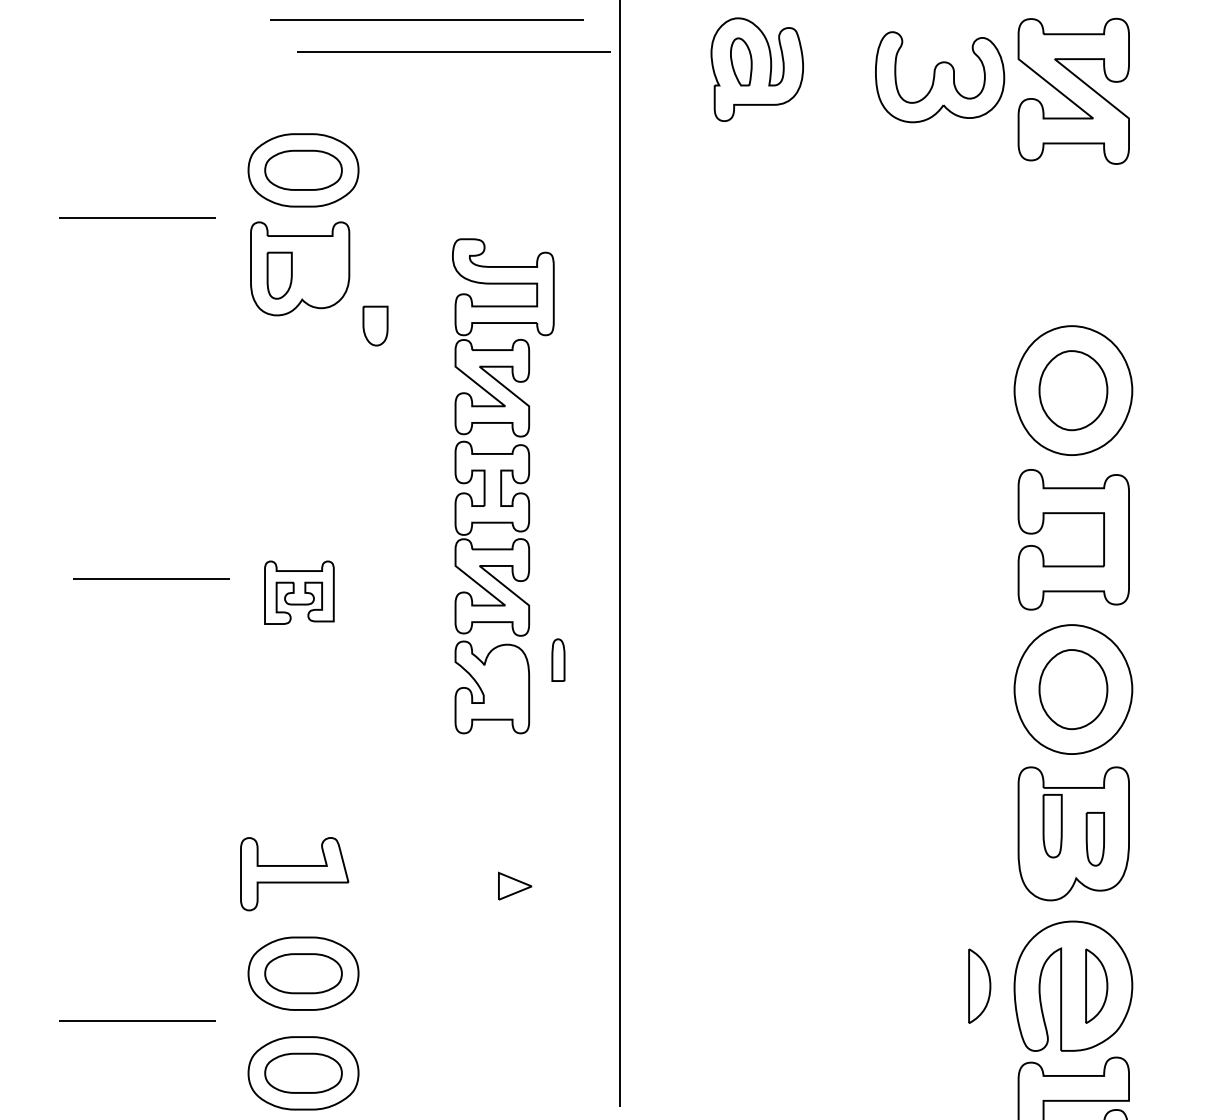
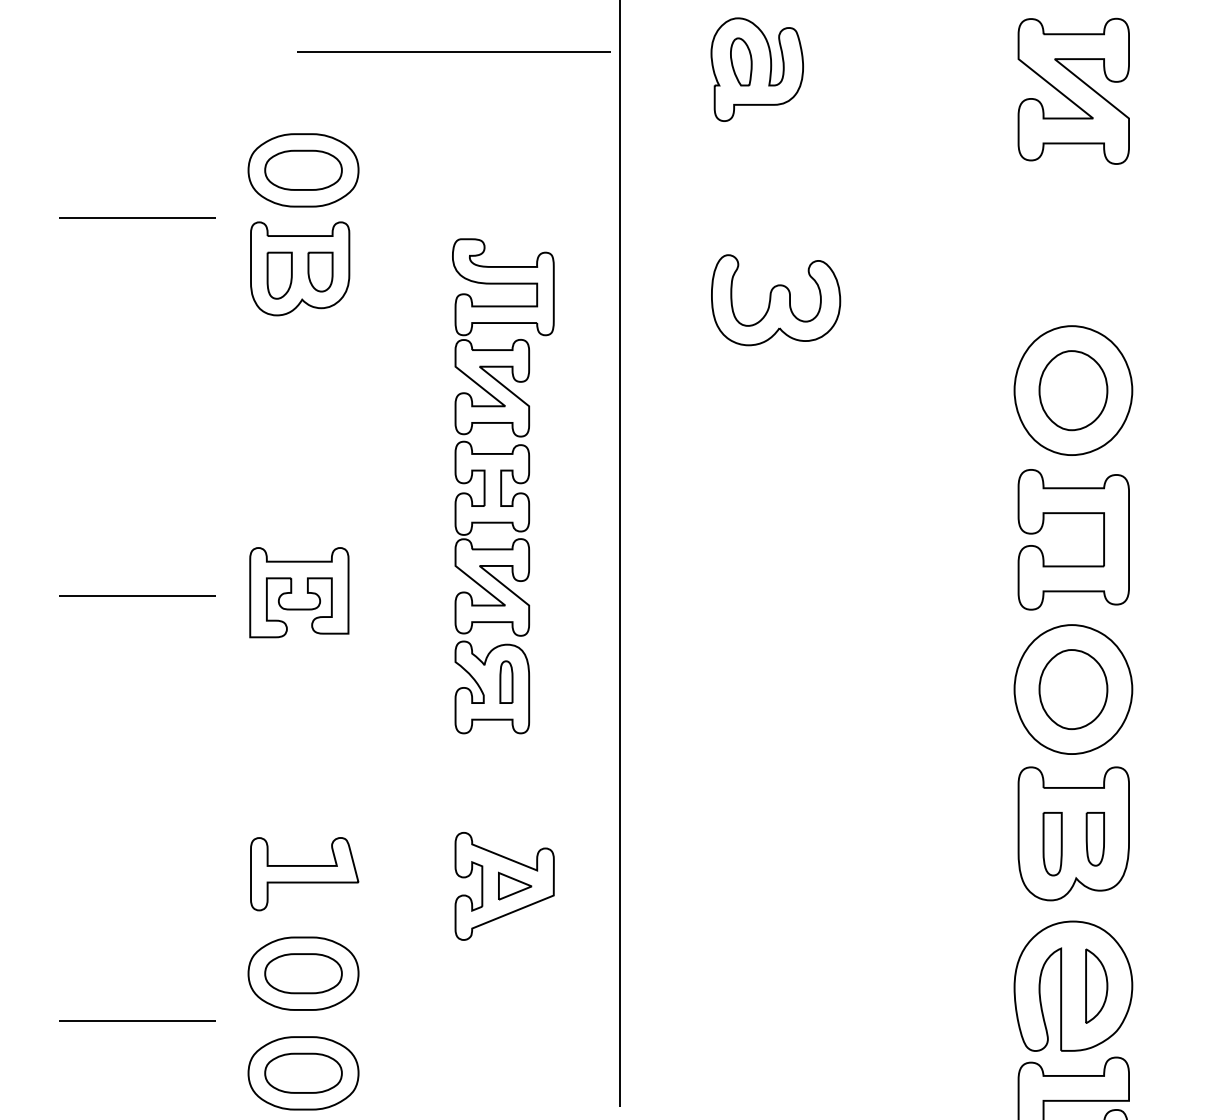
line at (426, 19): present -> none
part at (940, 77) position: (940, 77) -> (776, 300)
part at (375, 325) position: (375, 325) -> (320, 271)
line at (151, 578) position: (151, 578) -> (137, 595)
part at (299, 592) size: 71x65 px -> 101x92 px
part at (558, 659) position: (558, 659) -> (506, 681)
part at (1052, 826) position: (1052, 826) -> (1052, 844)
part at (294, 874) position: (294, 874) -> (304, 874)
part at (504, 886): none -> present
part at (979, 985): present -> none
